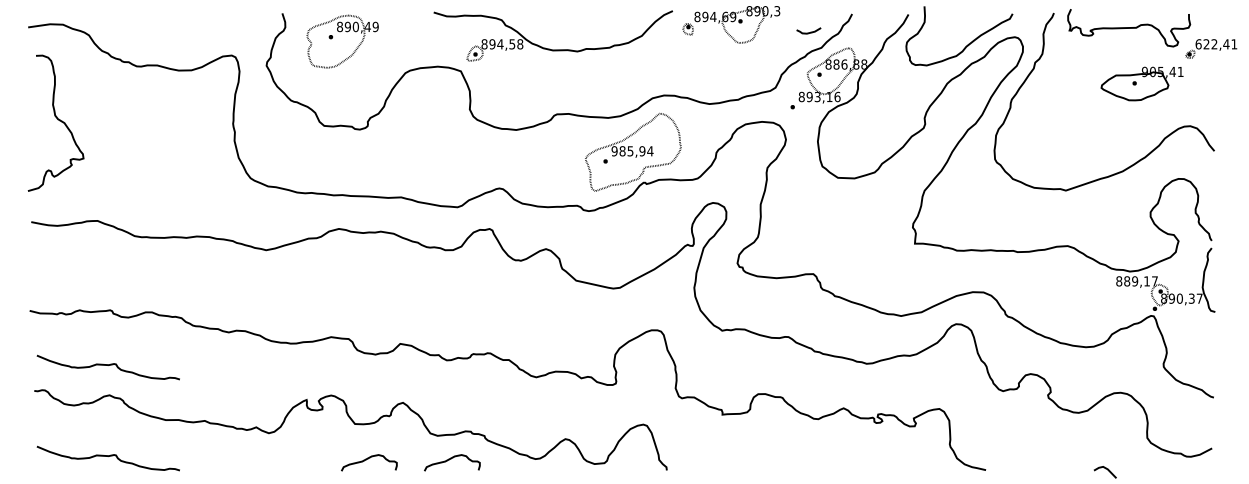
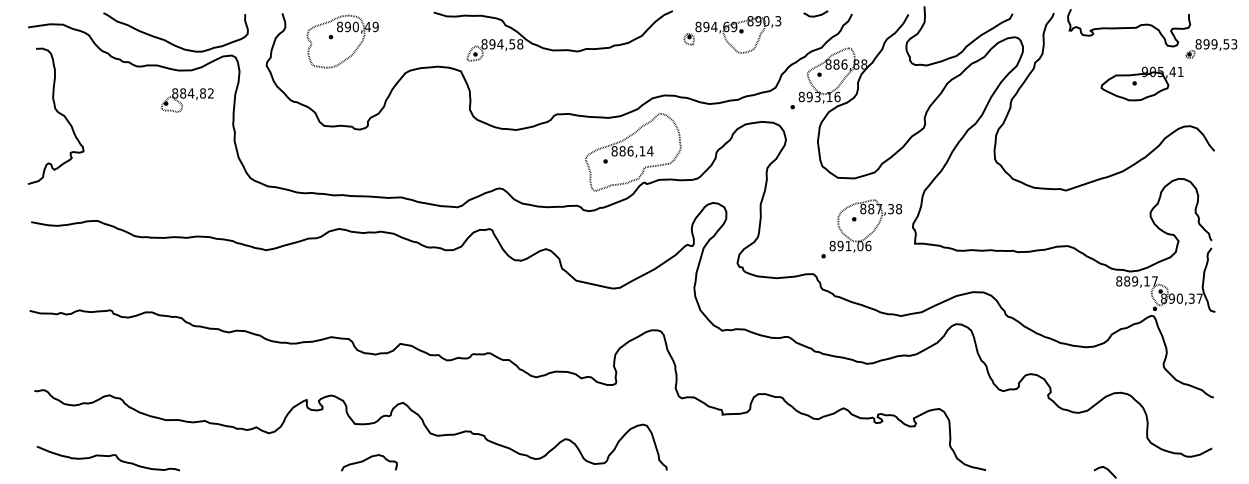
part at (731, 24) position: (731, 24) -> (732, 34)
curve at (808, 32) position: (808, 32) -> (815, 15)
curve at (171, 42): none -> present
text at (1216, 44): 622,41 -> 899,53
part at (187, 100): none -> present
curve at (57, 119) position: (57, 119) -> (57, 112)
text at (628, 151): 985,94 -> 886,14
part at (855, 221): none -> present
curve at (107, 365): present -> none
curve at (451, 459): present -> none
